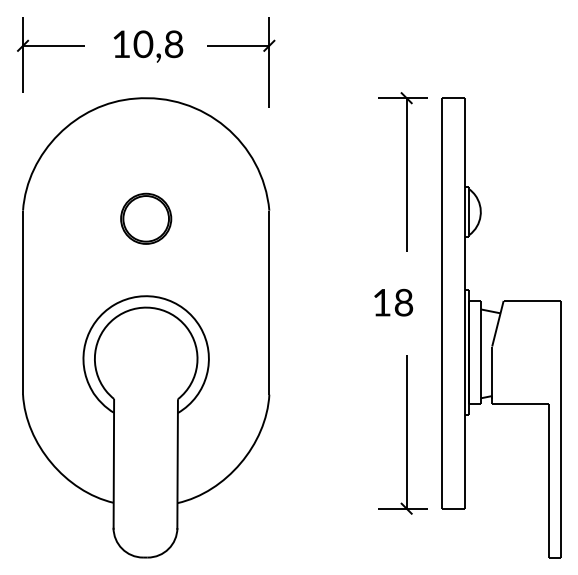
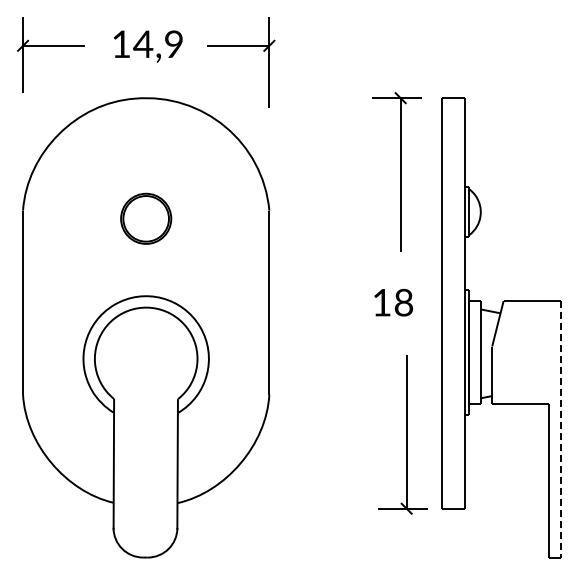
text at (158, 44): 10,8 -> 14,9
part at (402, 171) position: (402, 171) -> (396, 171)
line at (560, 429): solid -> dashed
